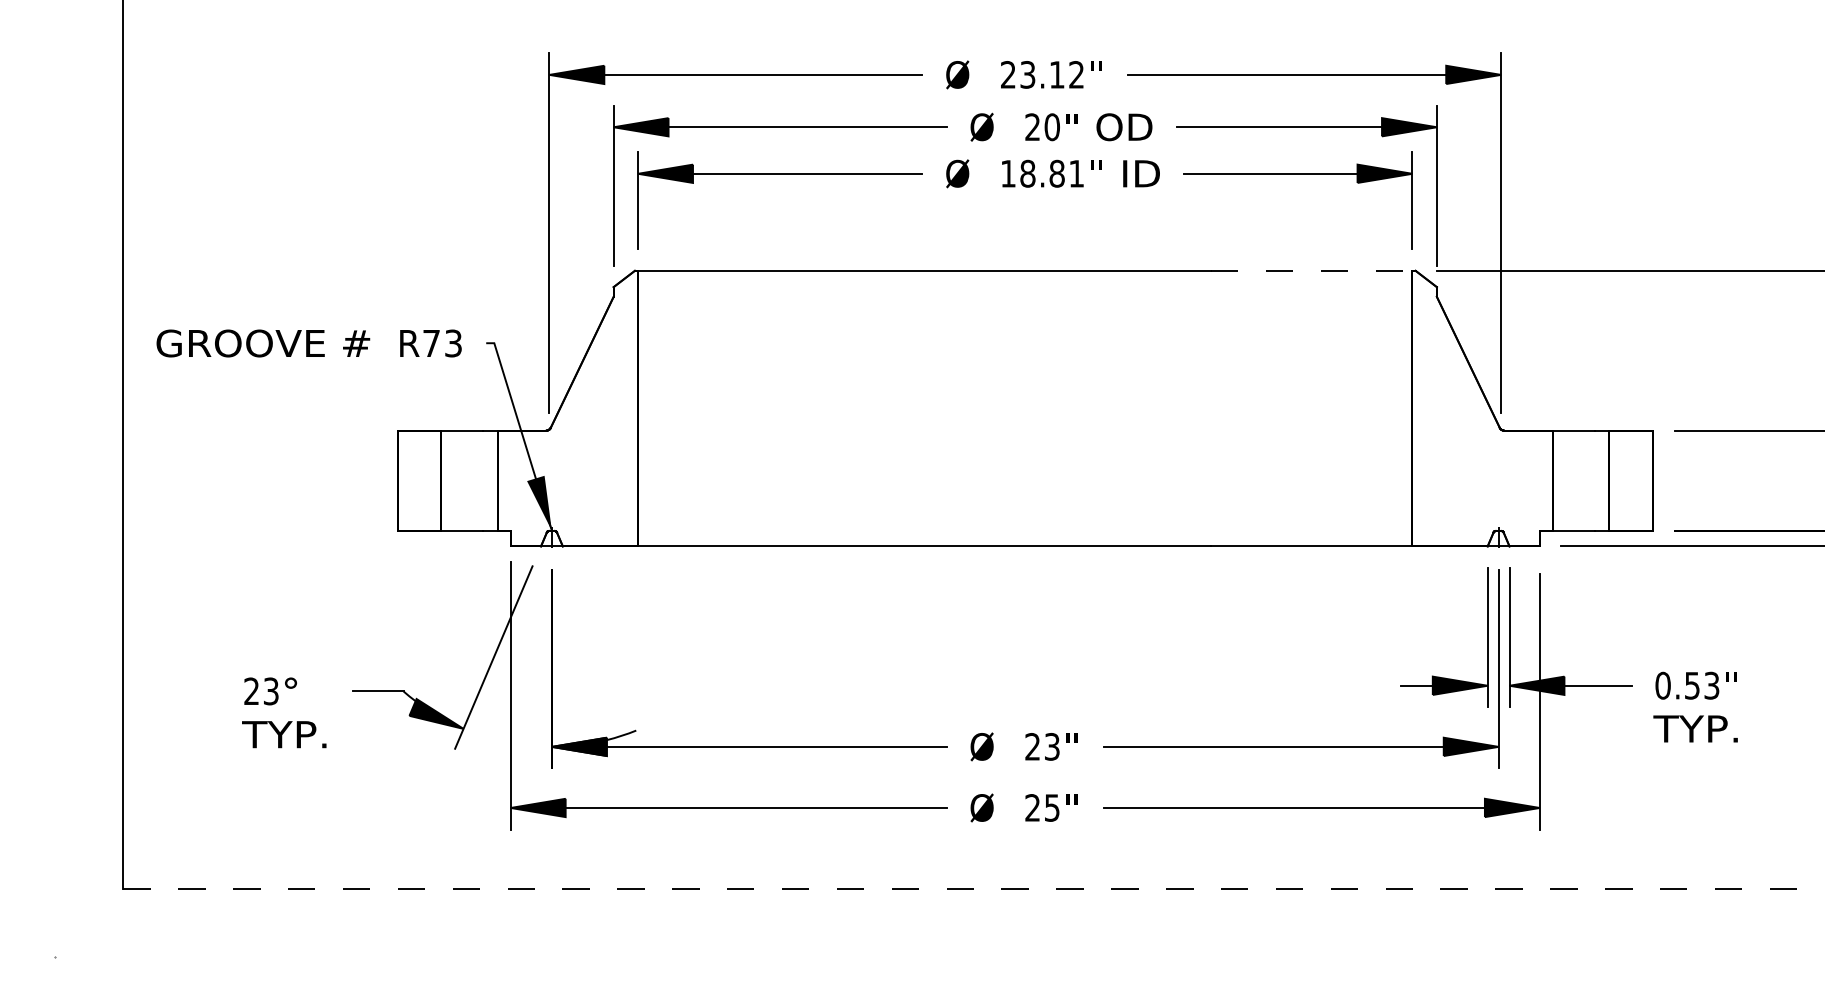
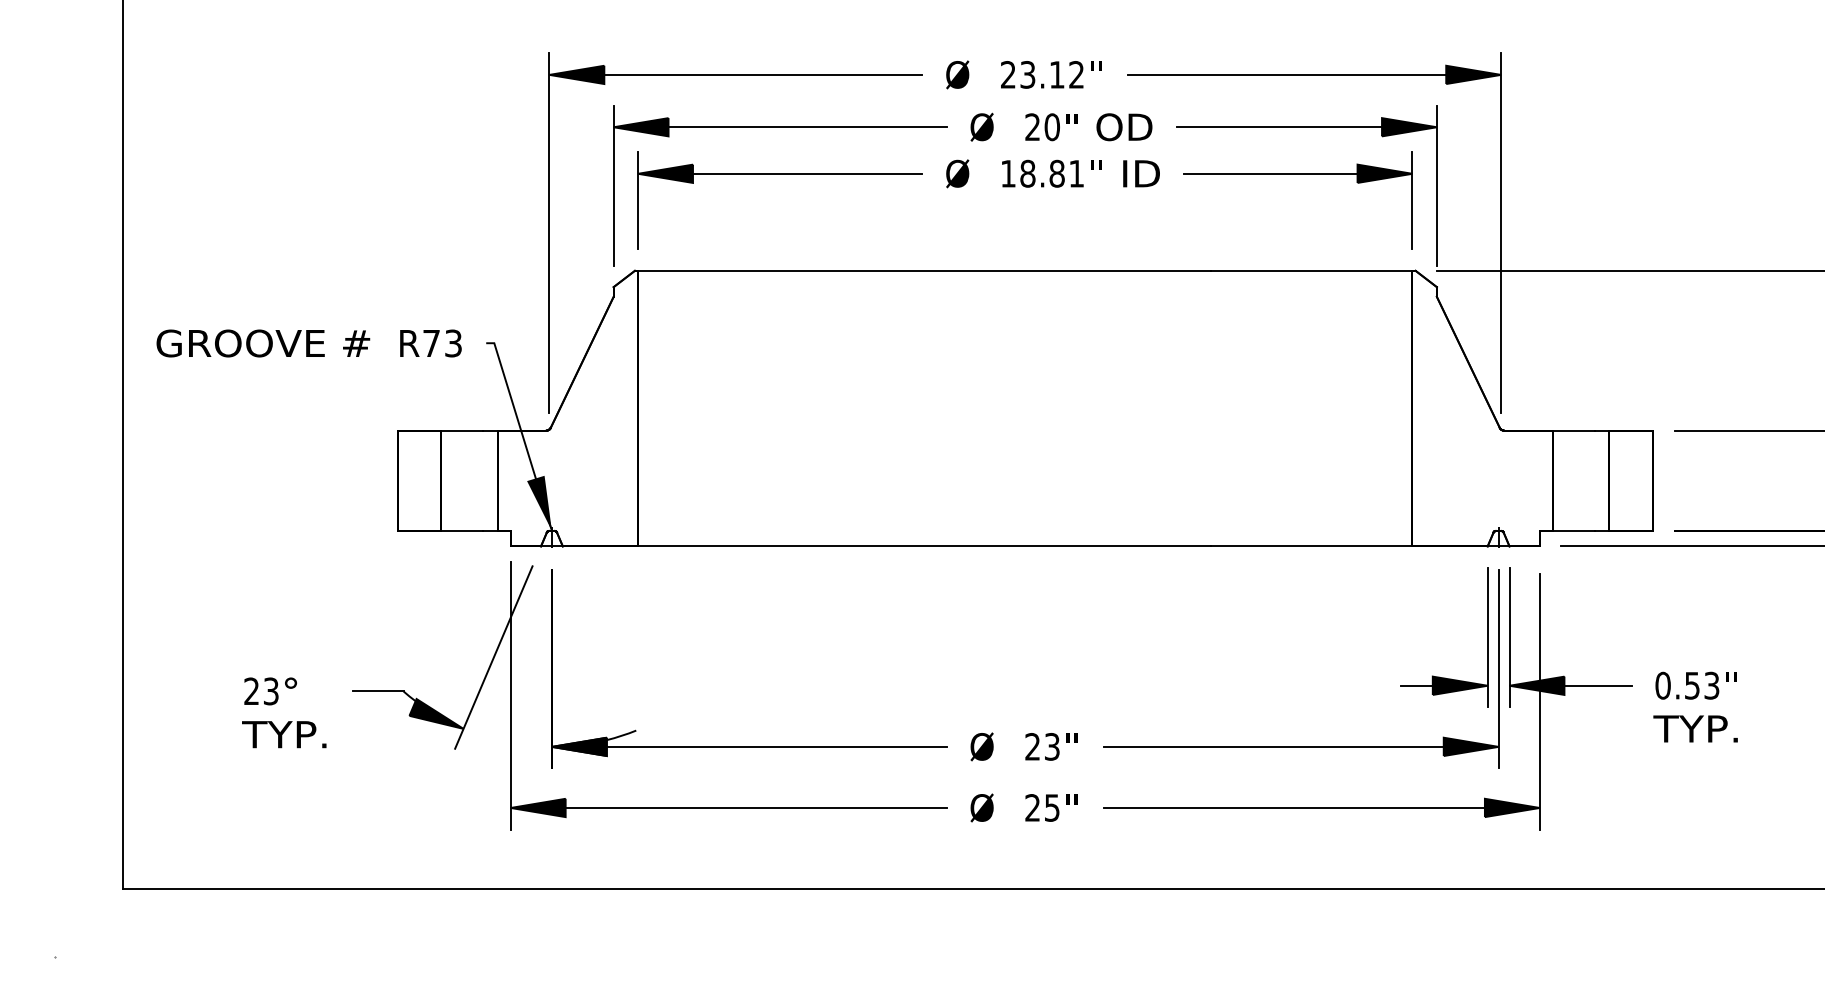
line at (1311, 270): dashed -> solid
line at (974, 888): dashed -> solid
